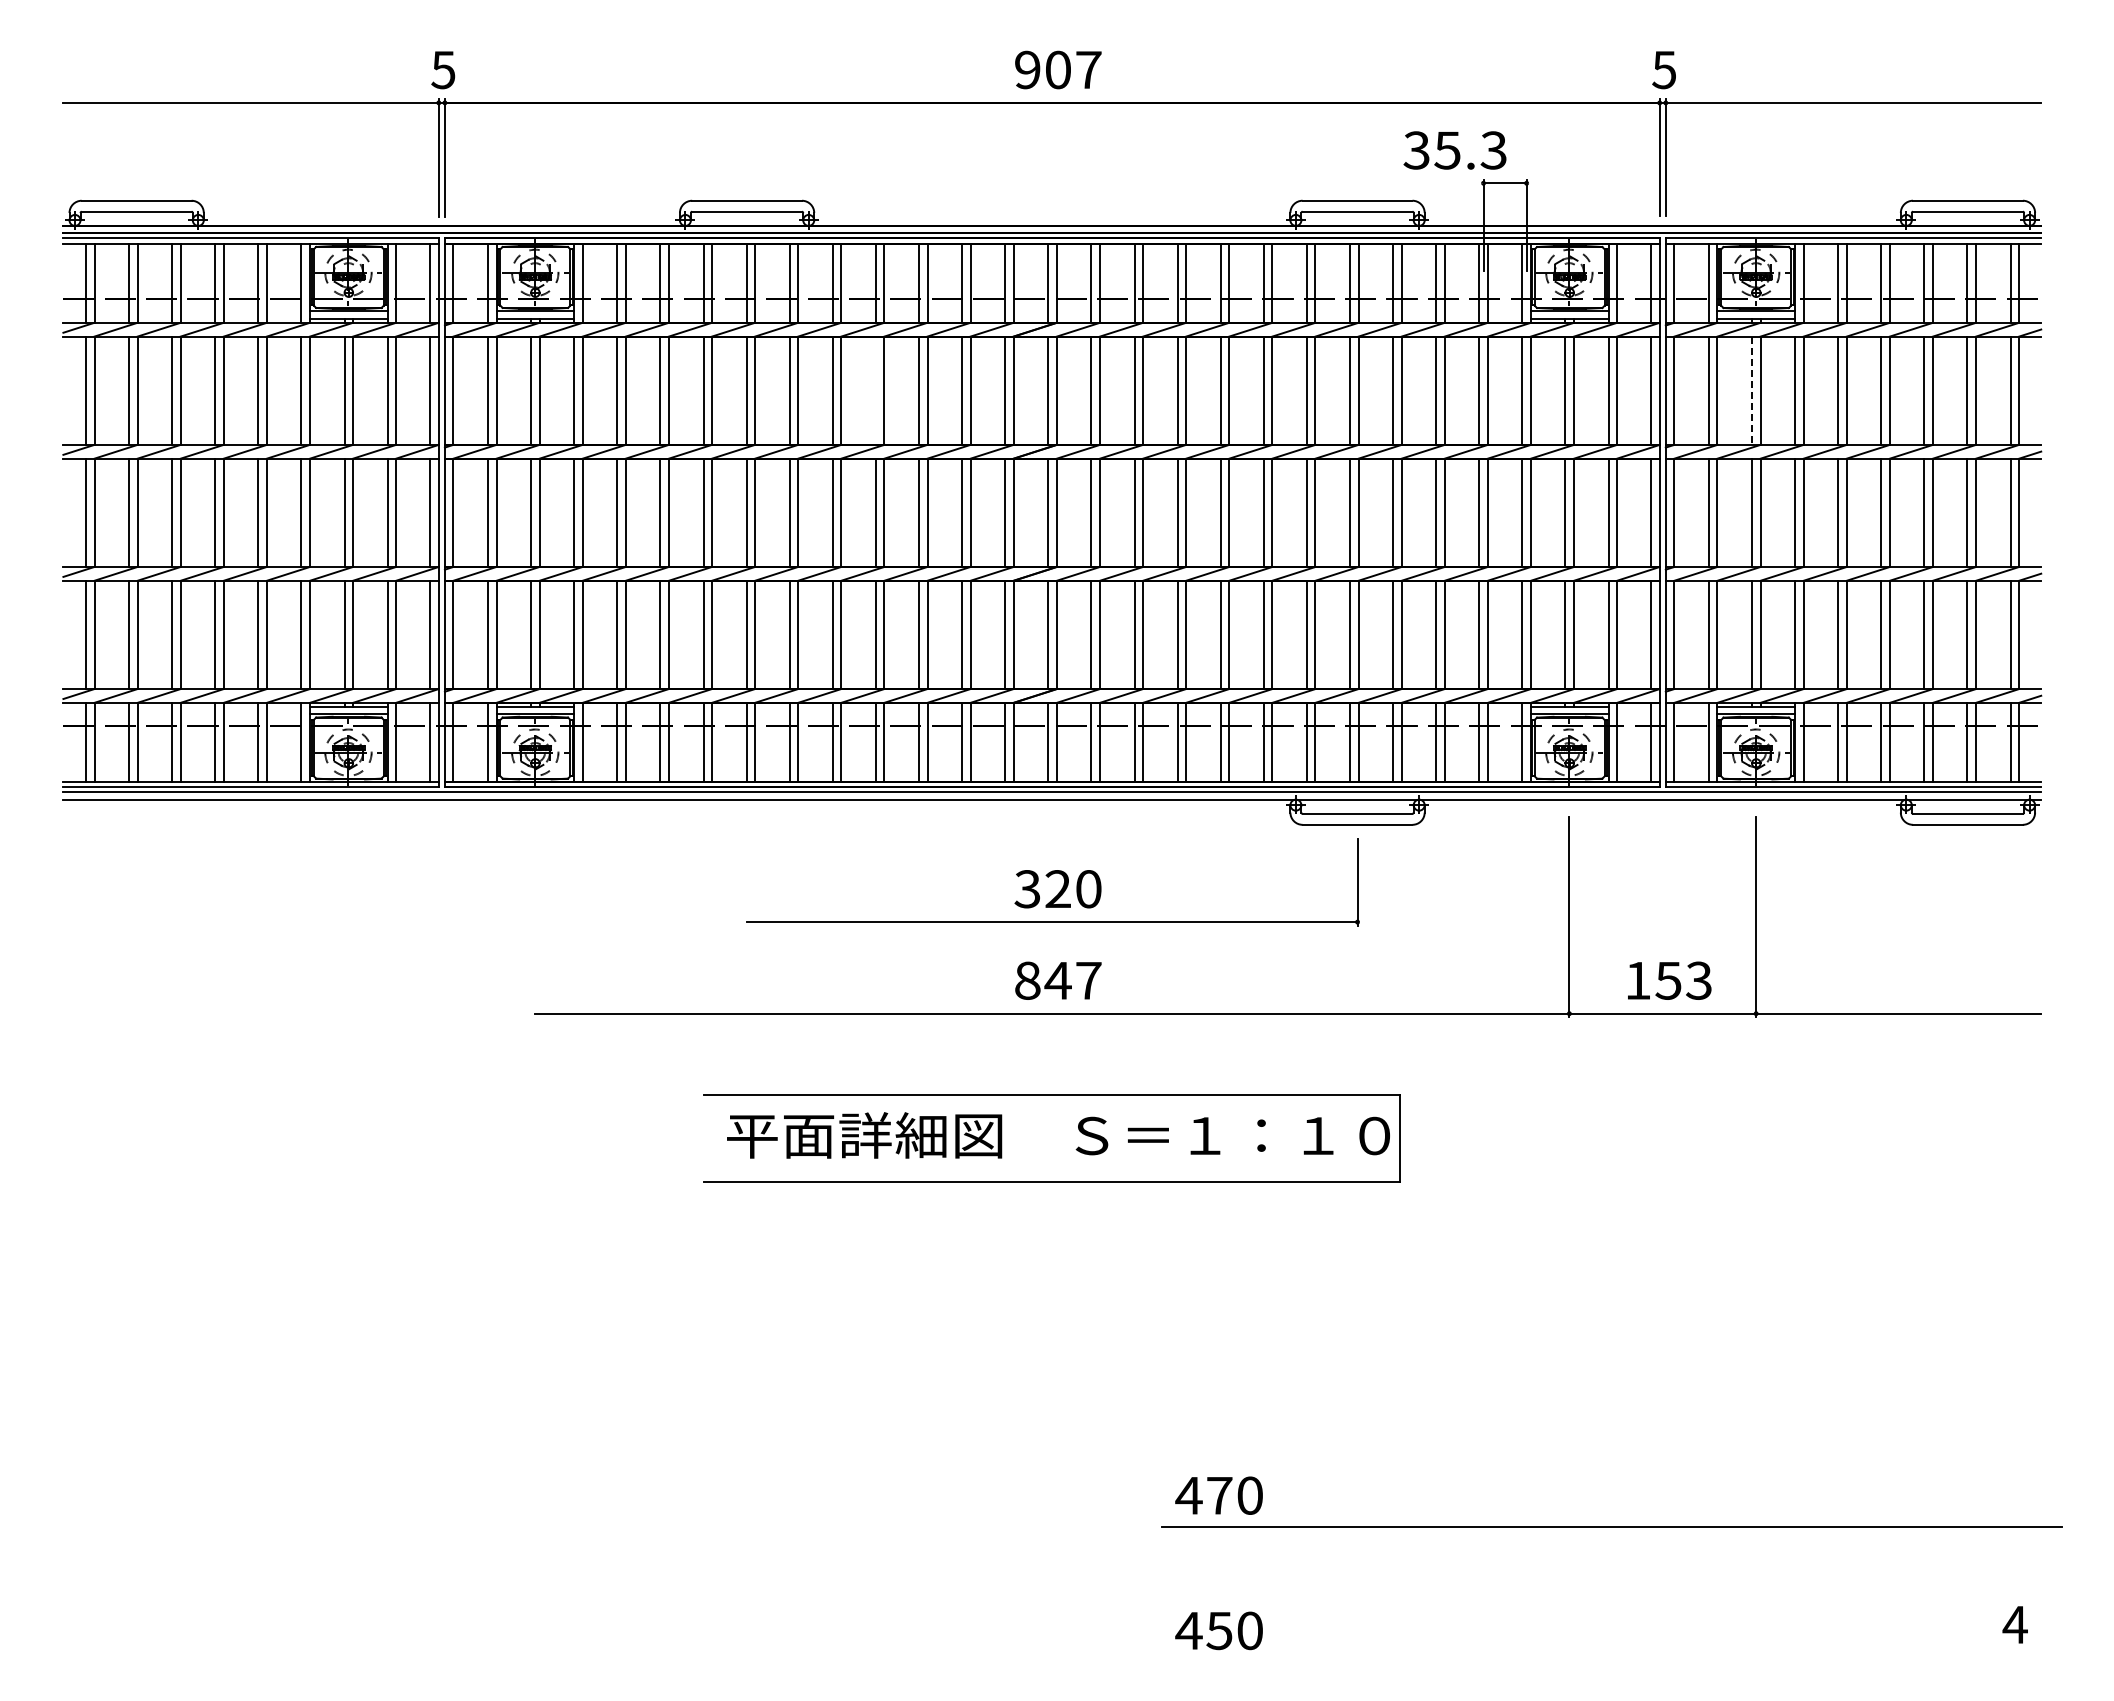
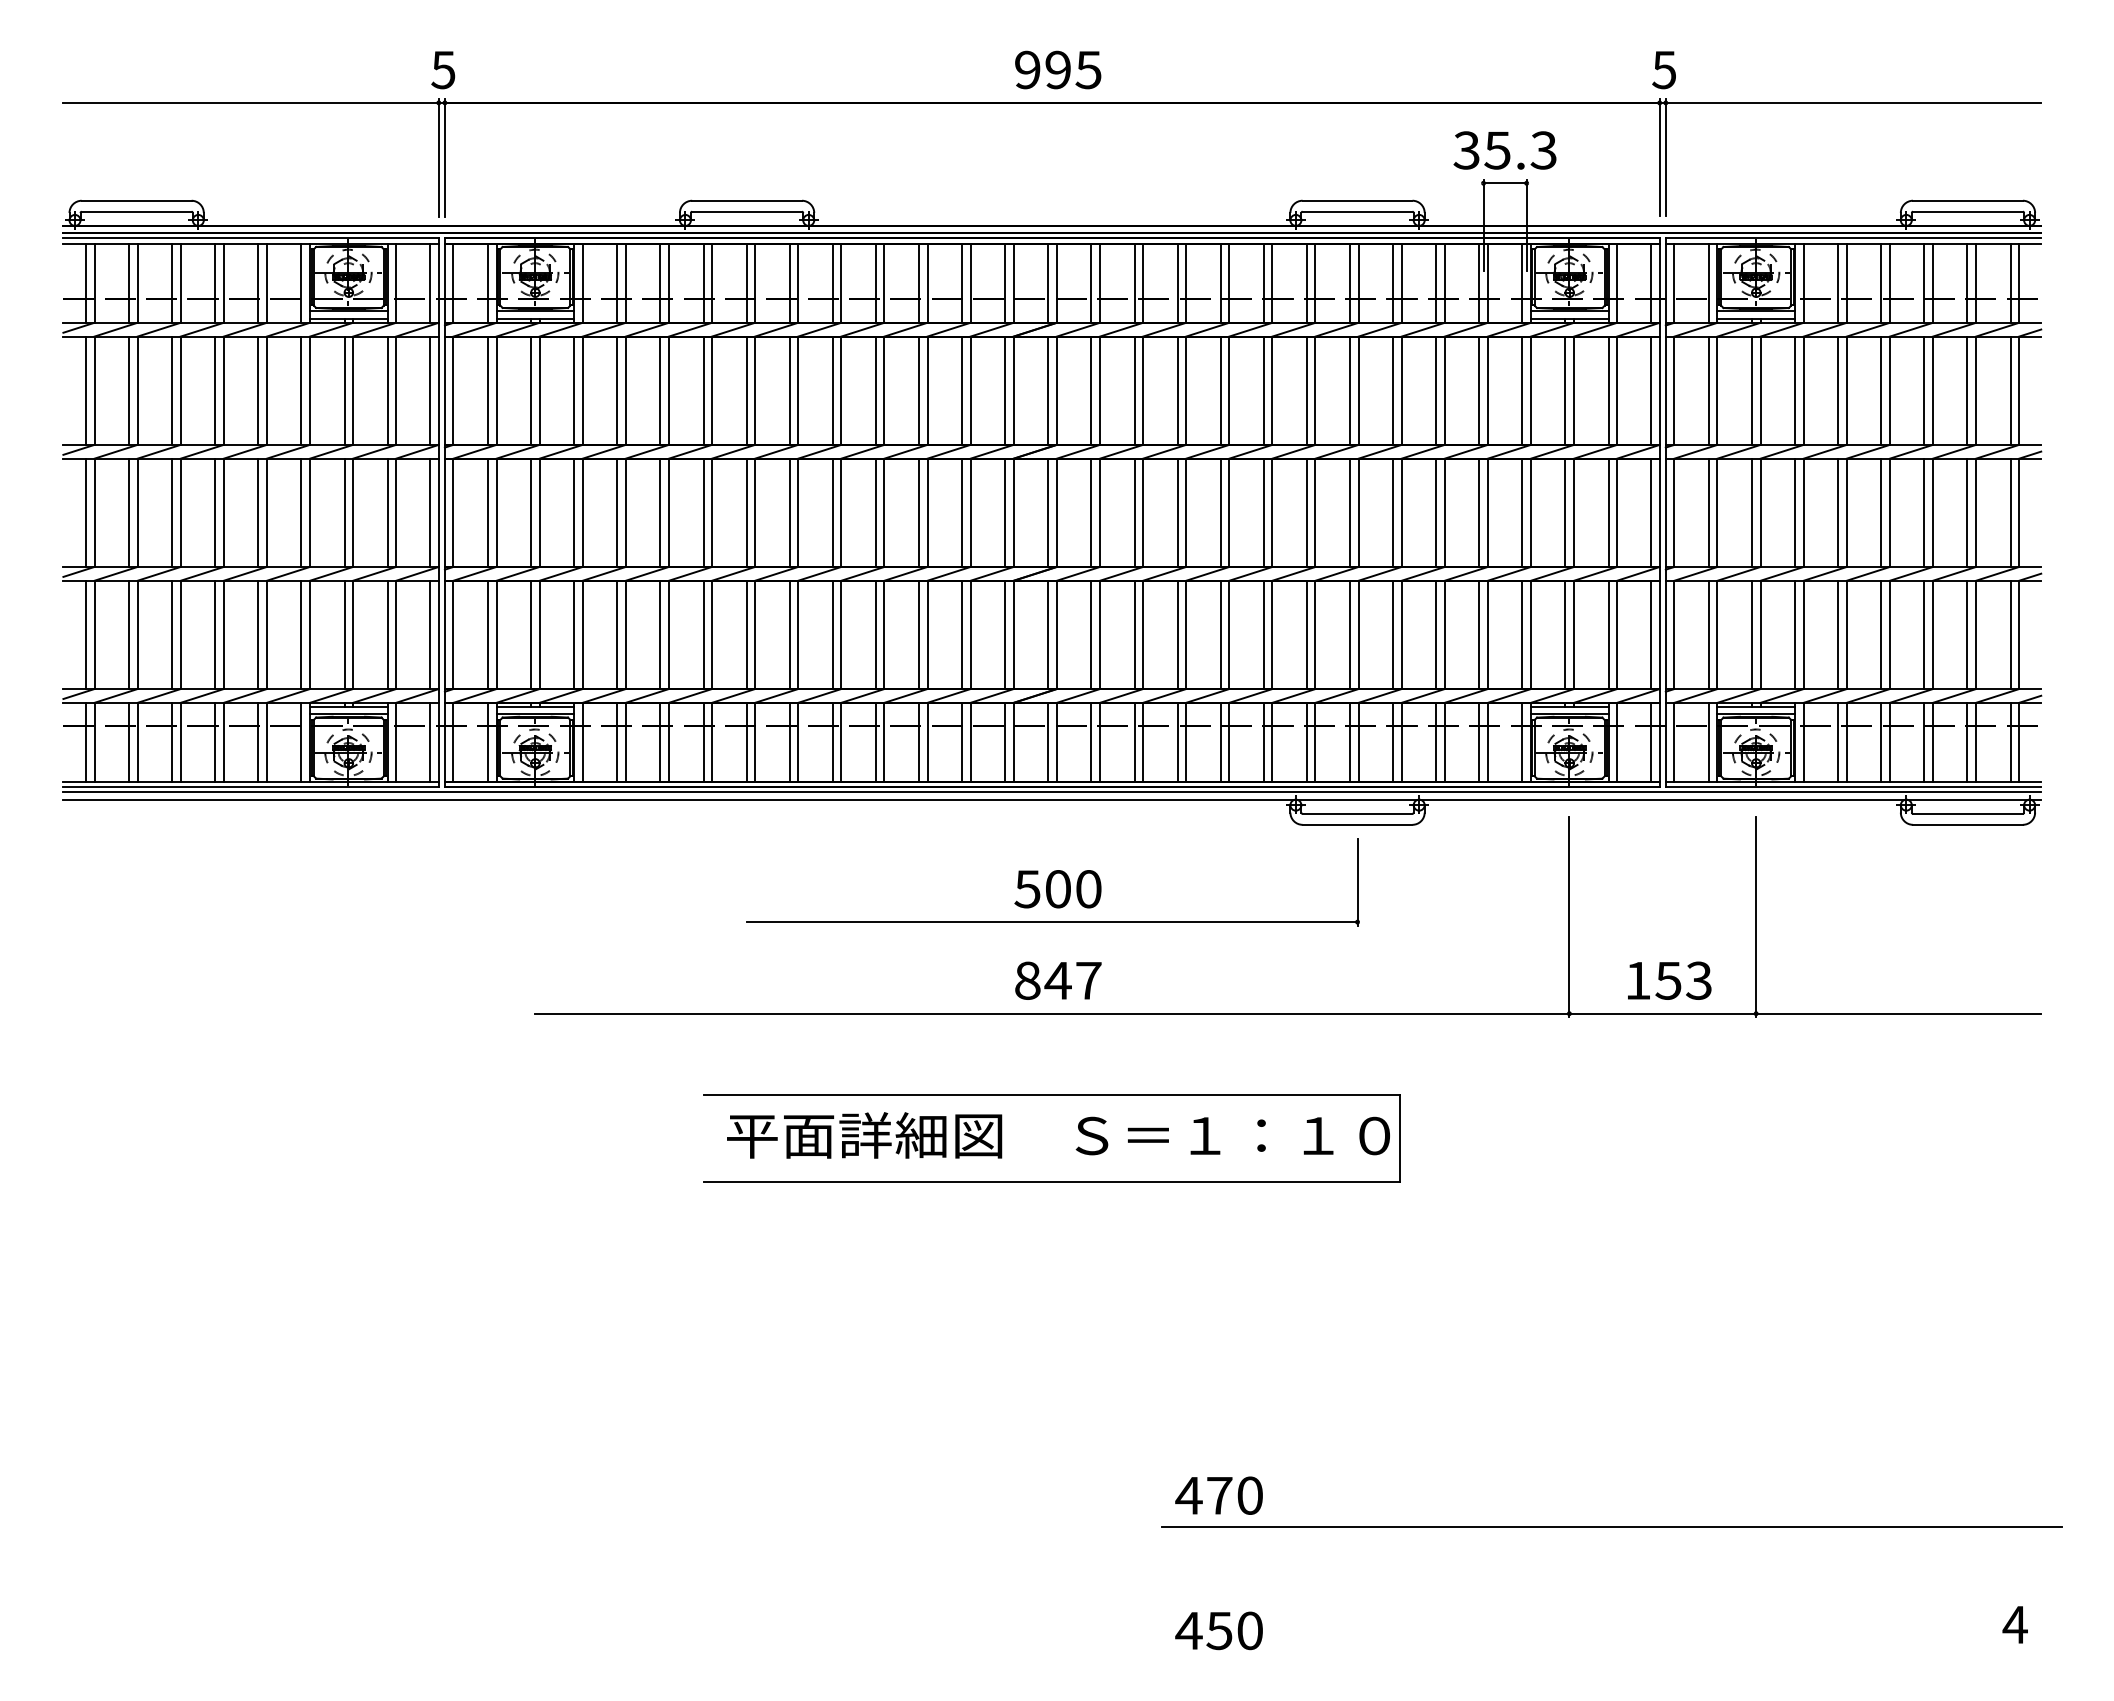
text at (1073, 69): 907 -> 995
text at (1454, 150) position: (1454, 150) -> (1504, 150)
line at (875, 390): none -> present
line at (1752, 391): dashed -> solid
text at (1042, 889): 320 -> 500
